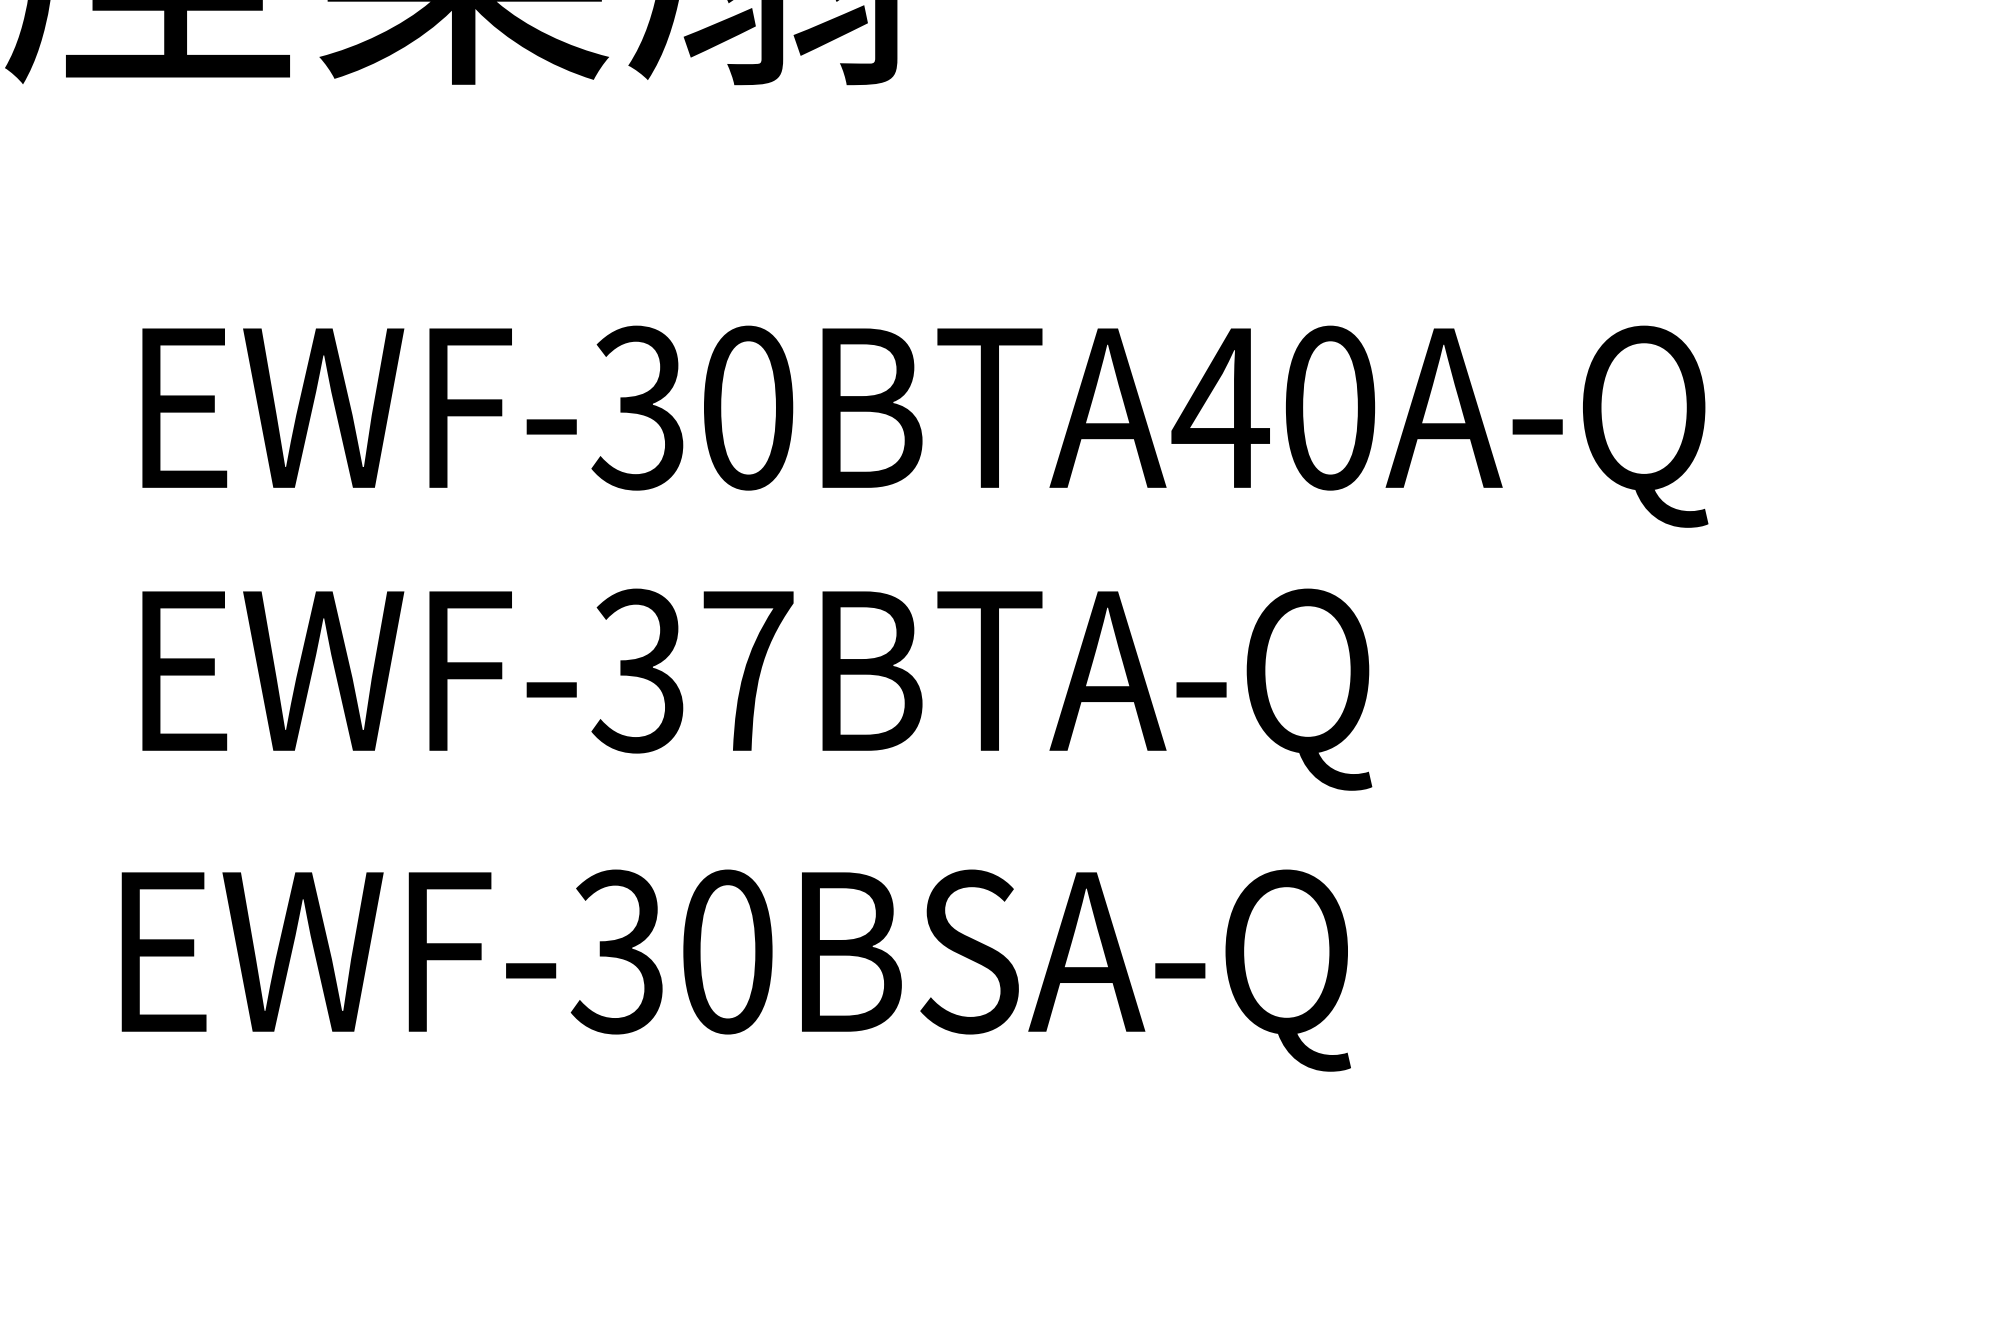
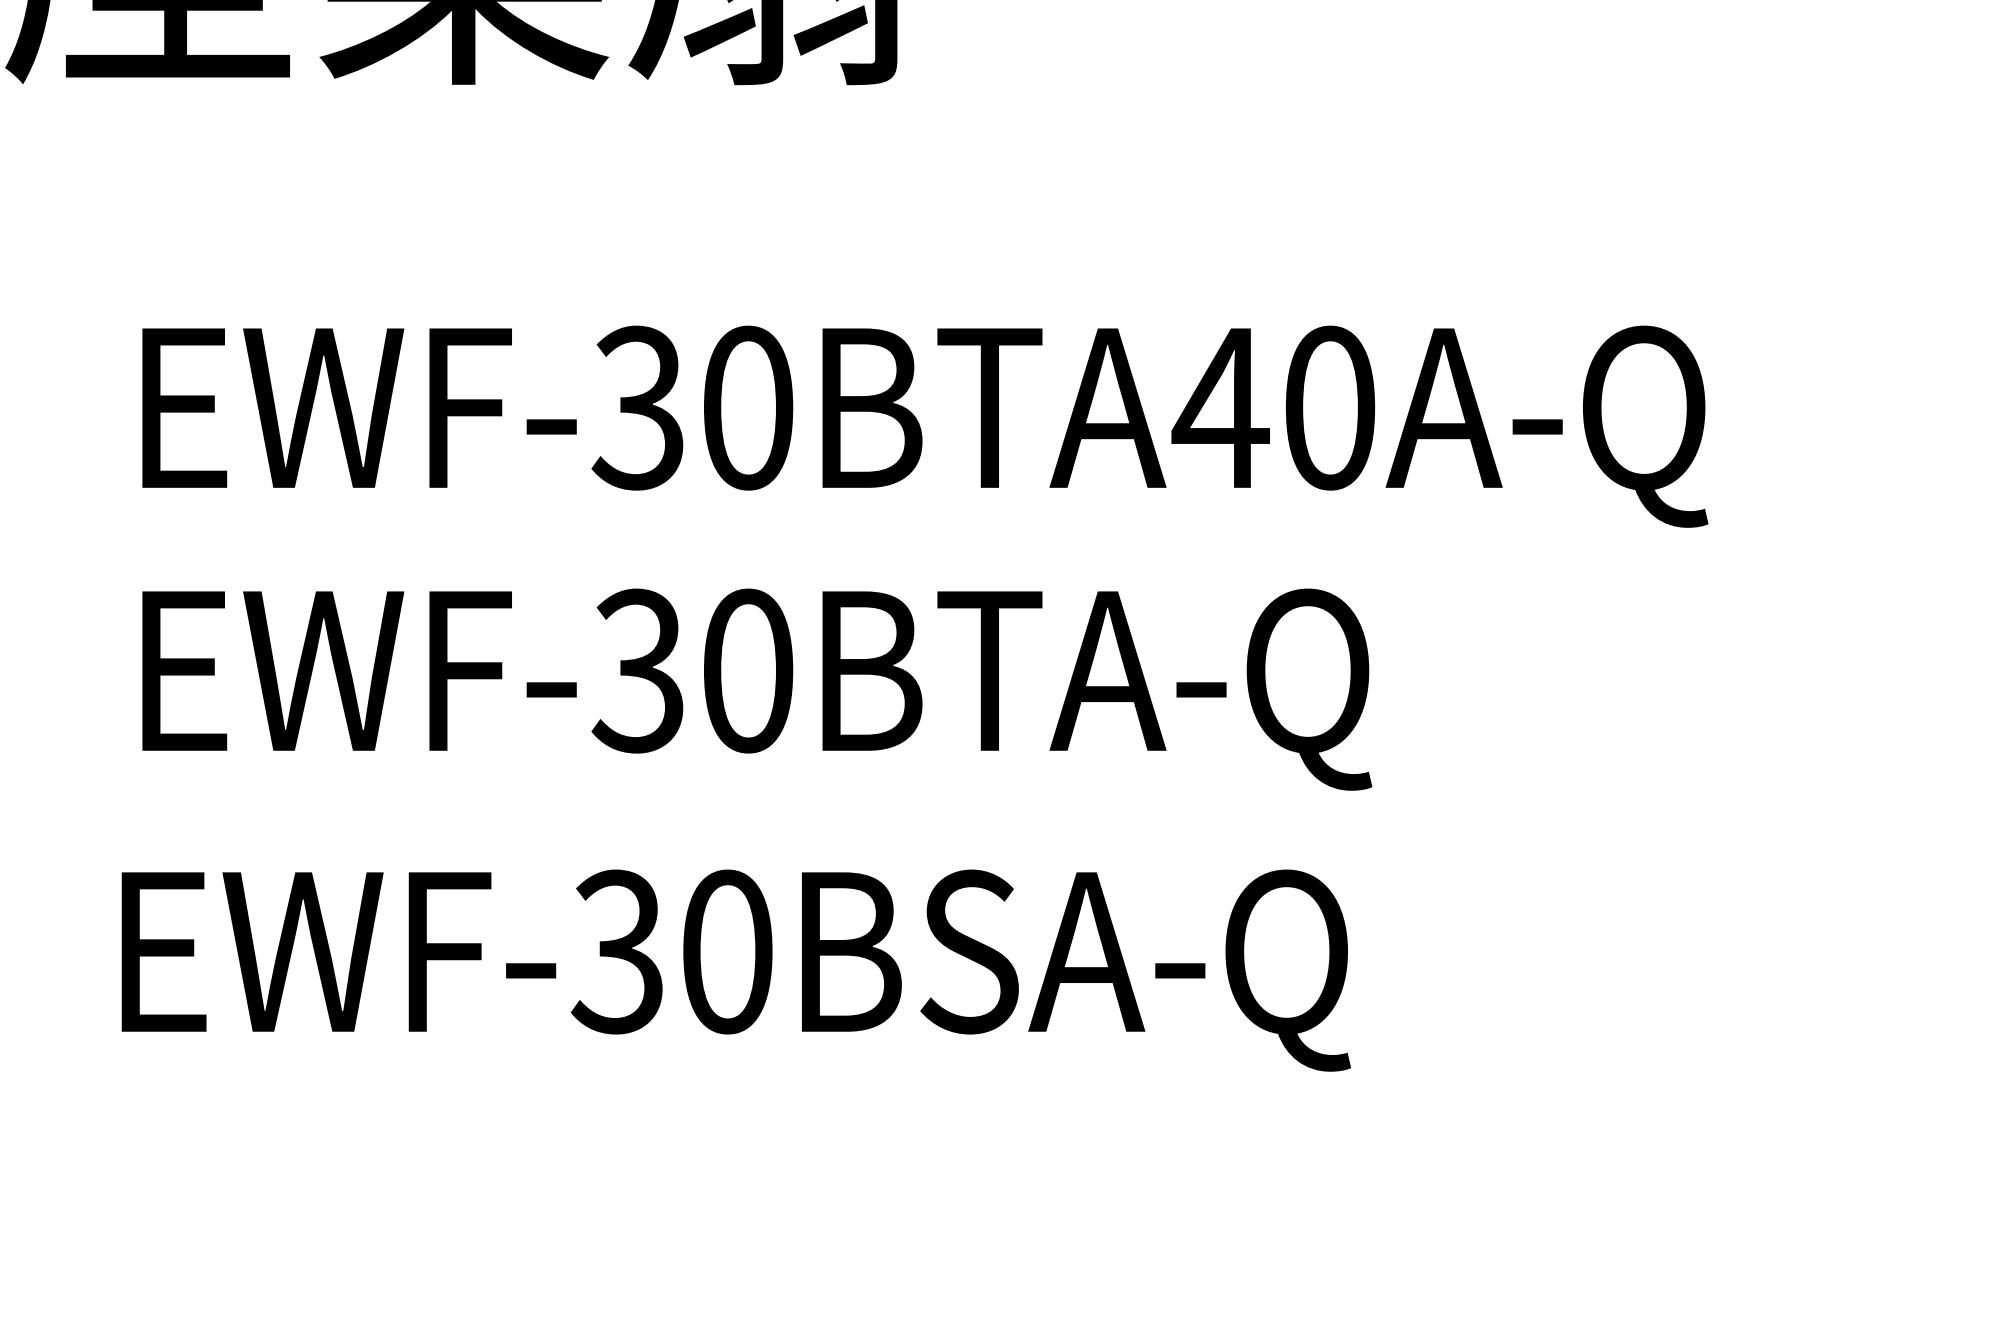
text at (748, 670): EWF-37BTA-Q -> EWF-30BTA-Q
